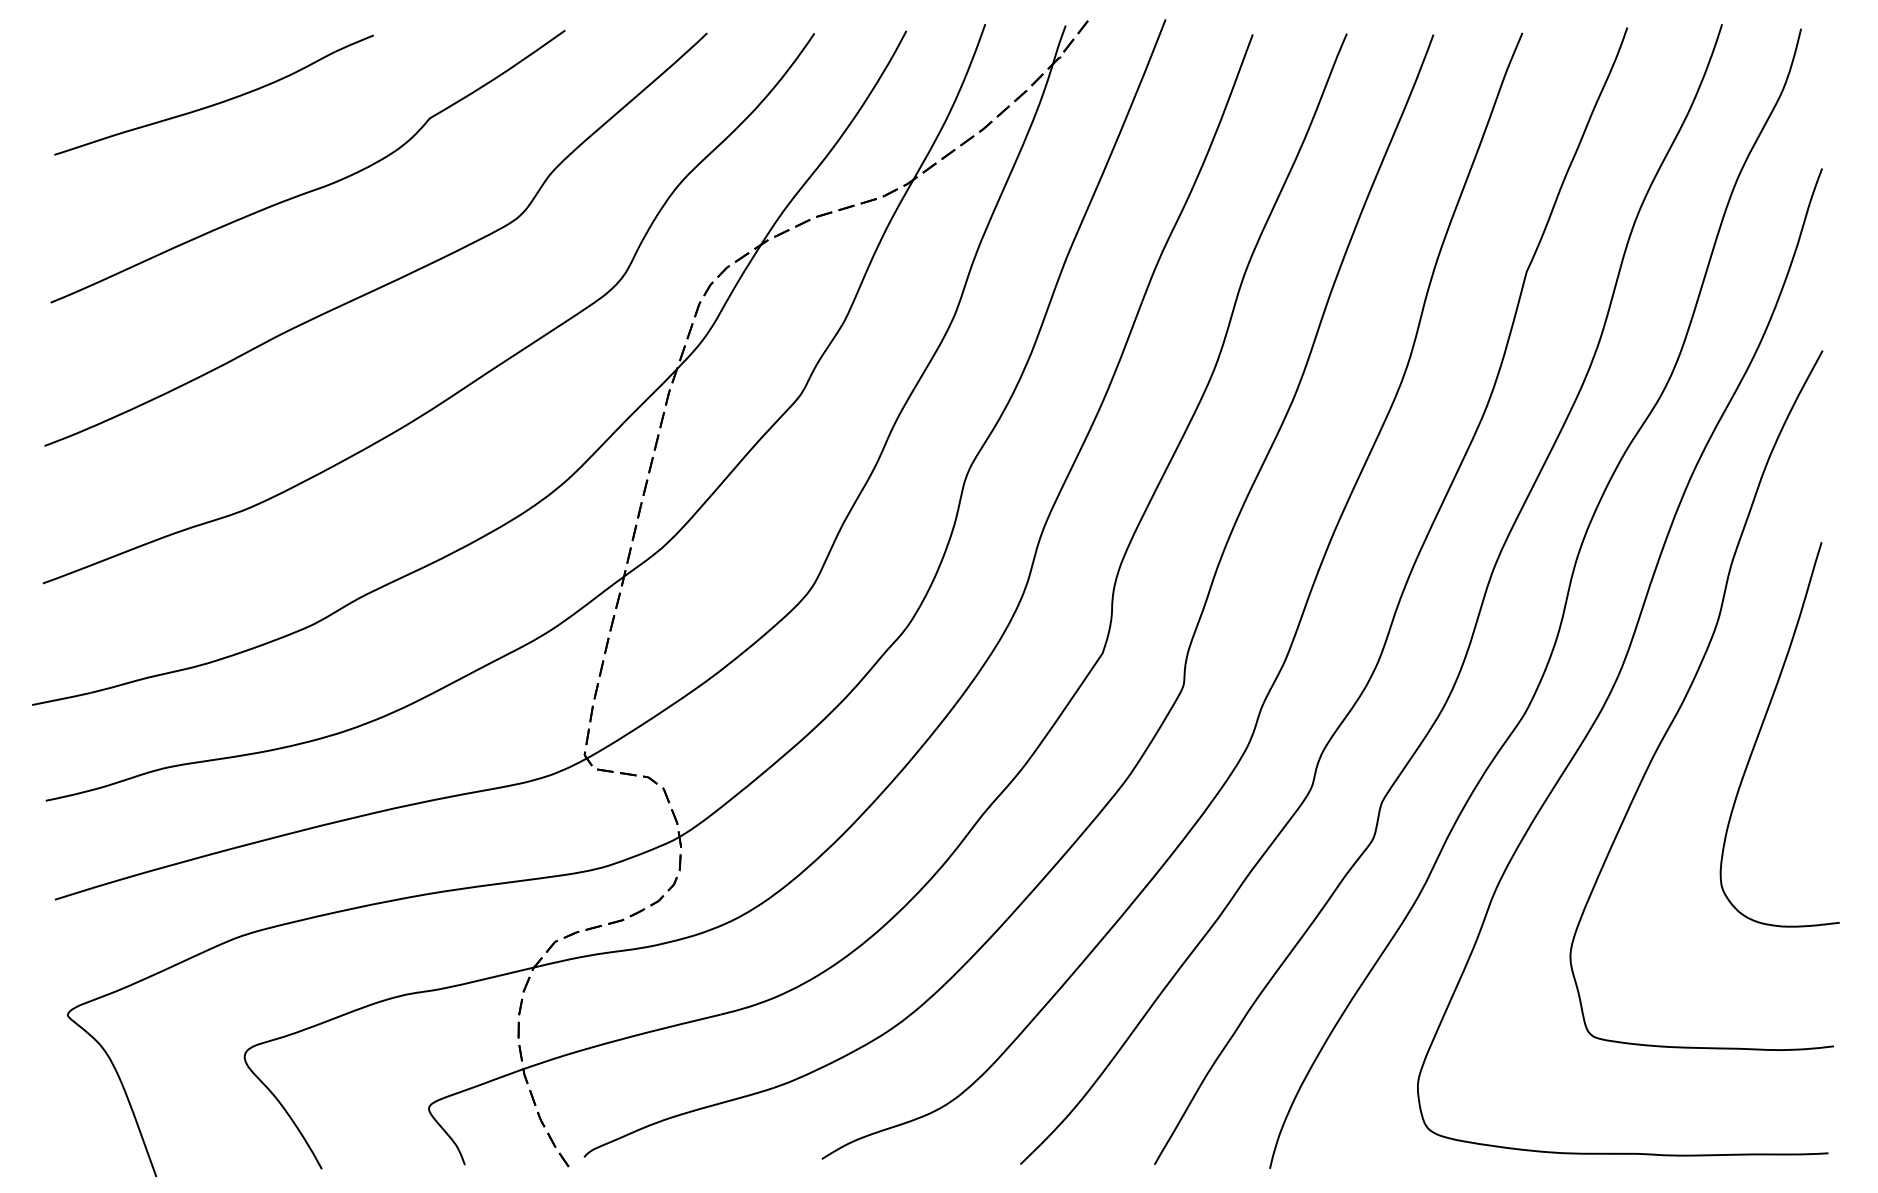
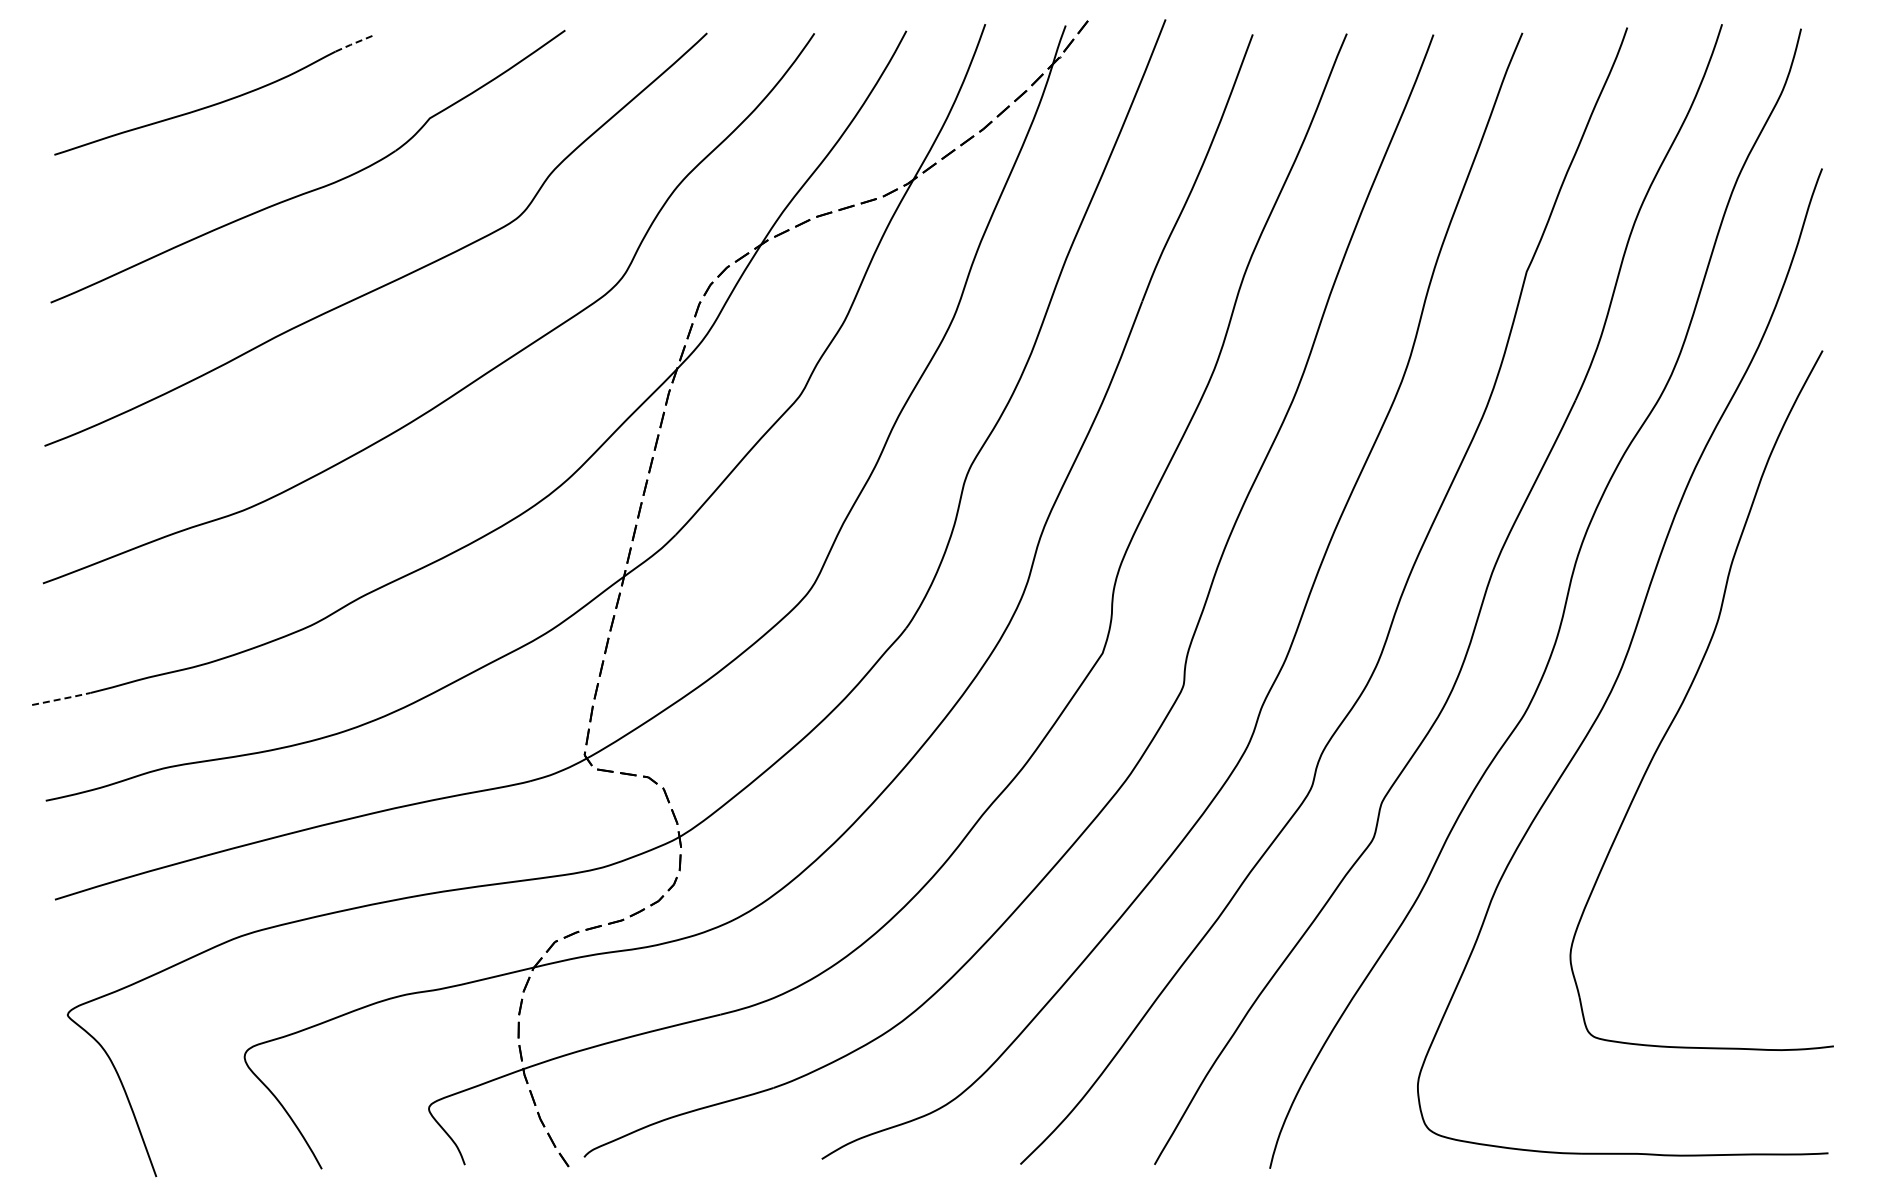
line at (354, 43): solid -> dashed
line at (62, 698): solid -> dashed
curve at (1762, 727): present -> none
